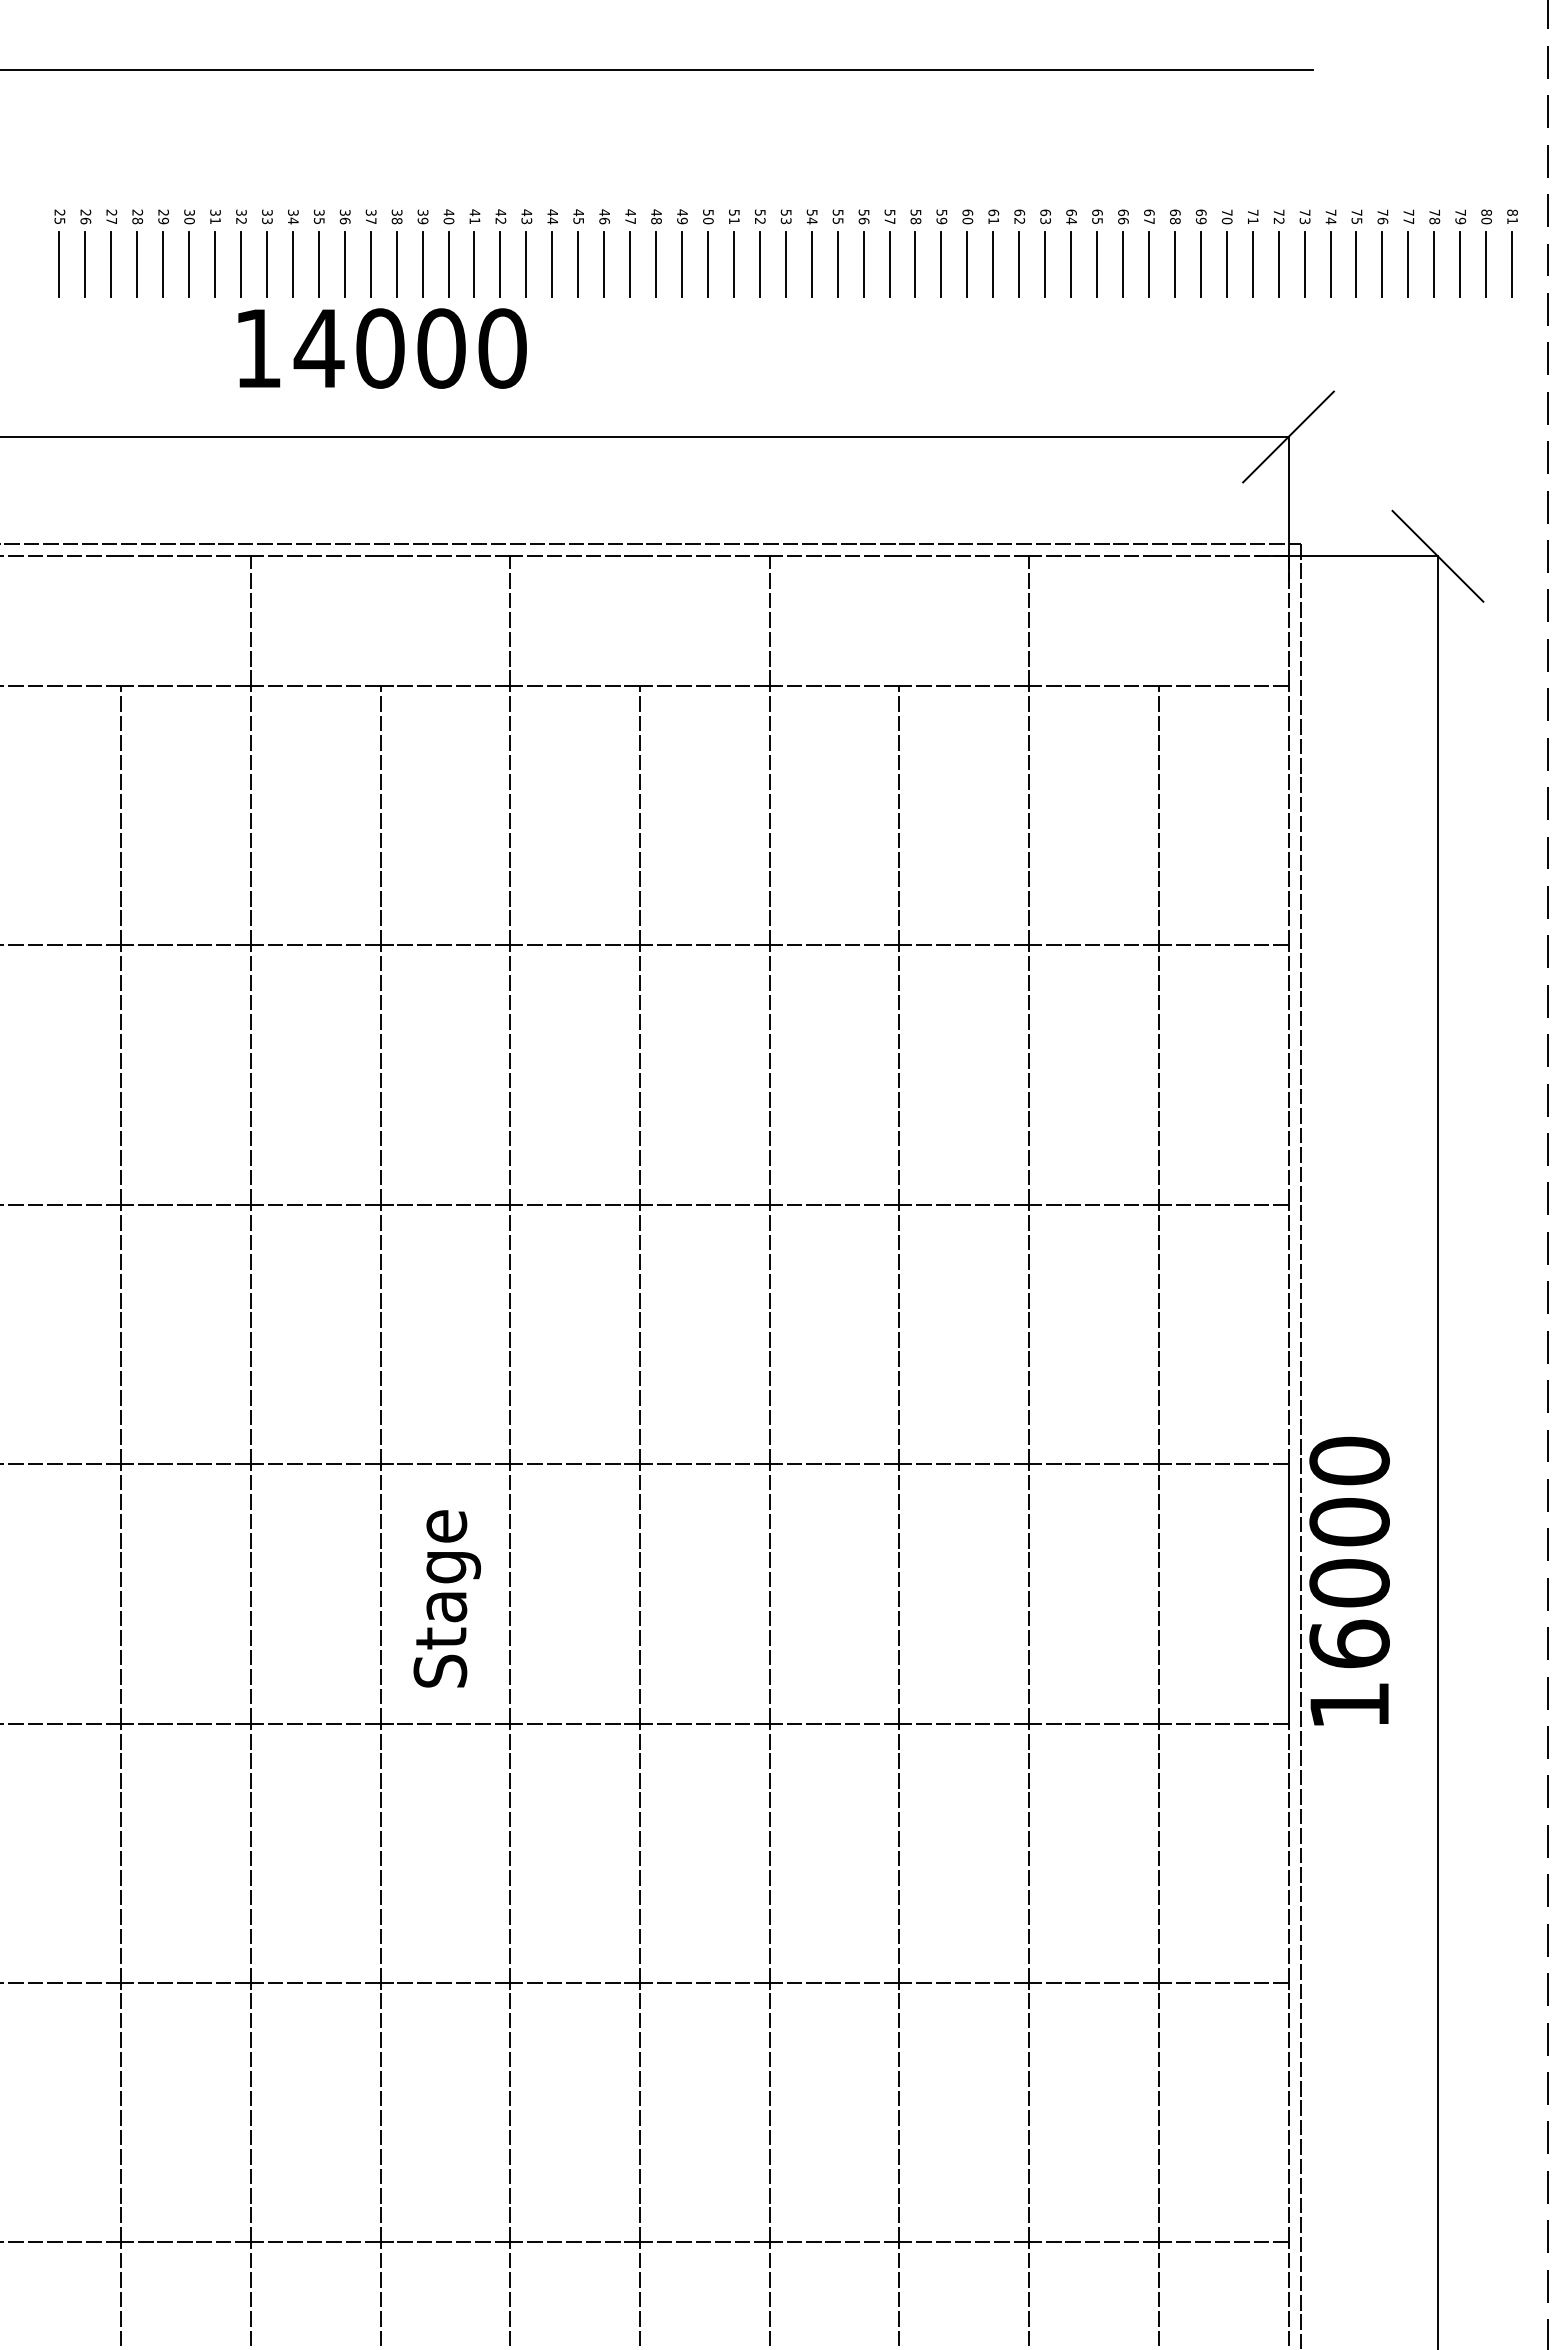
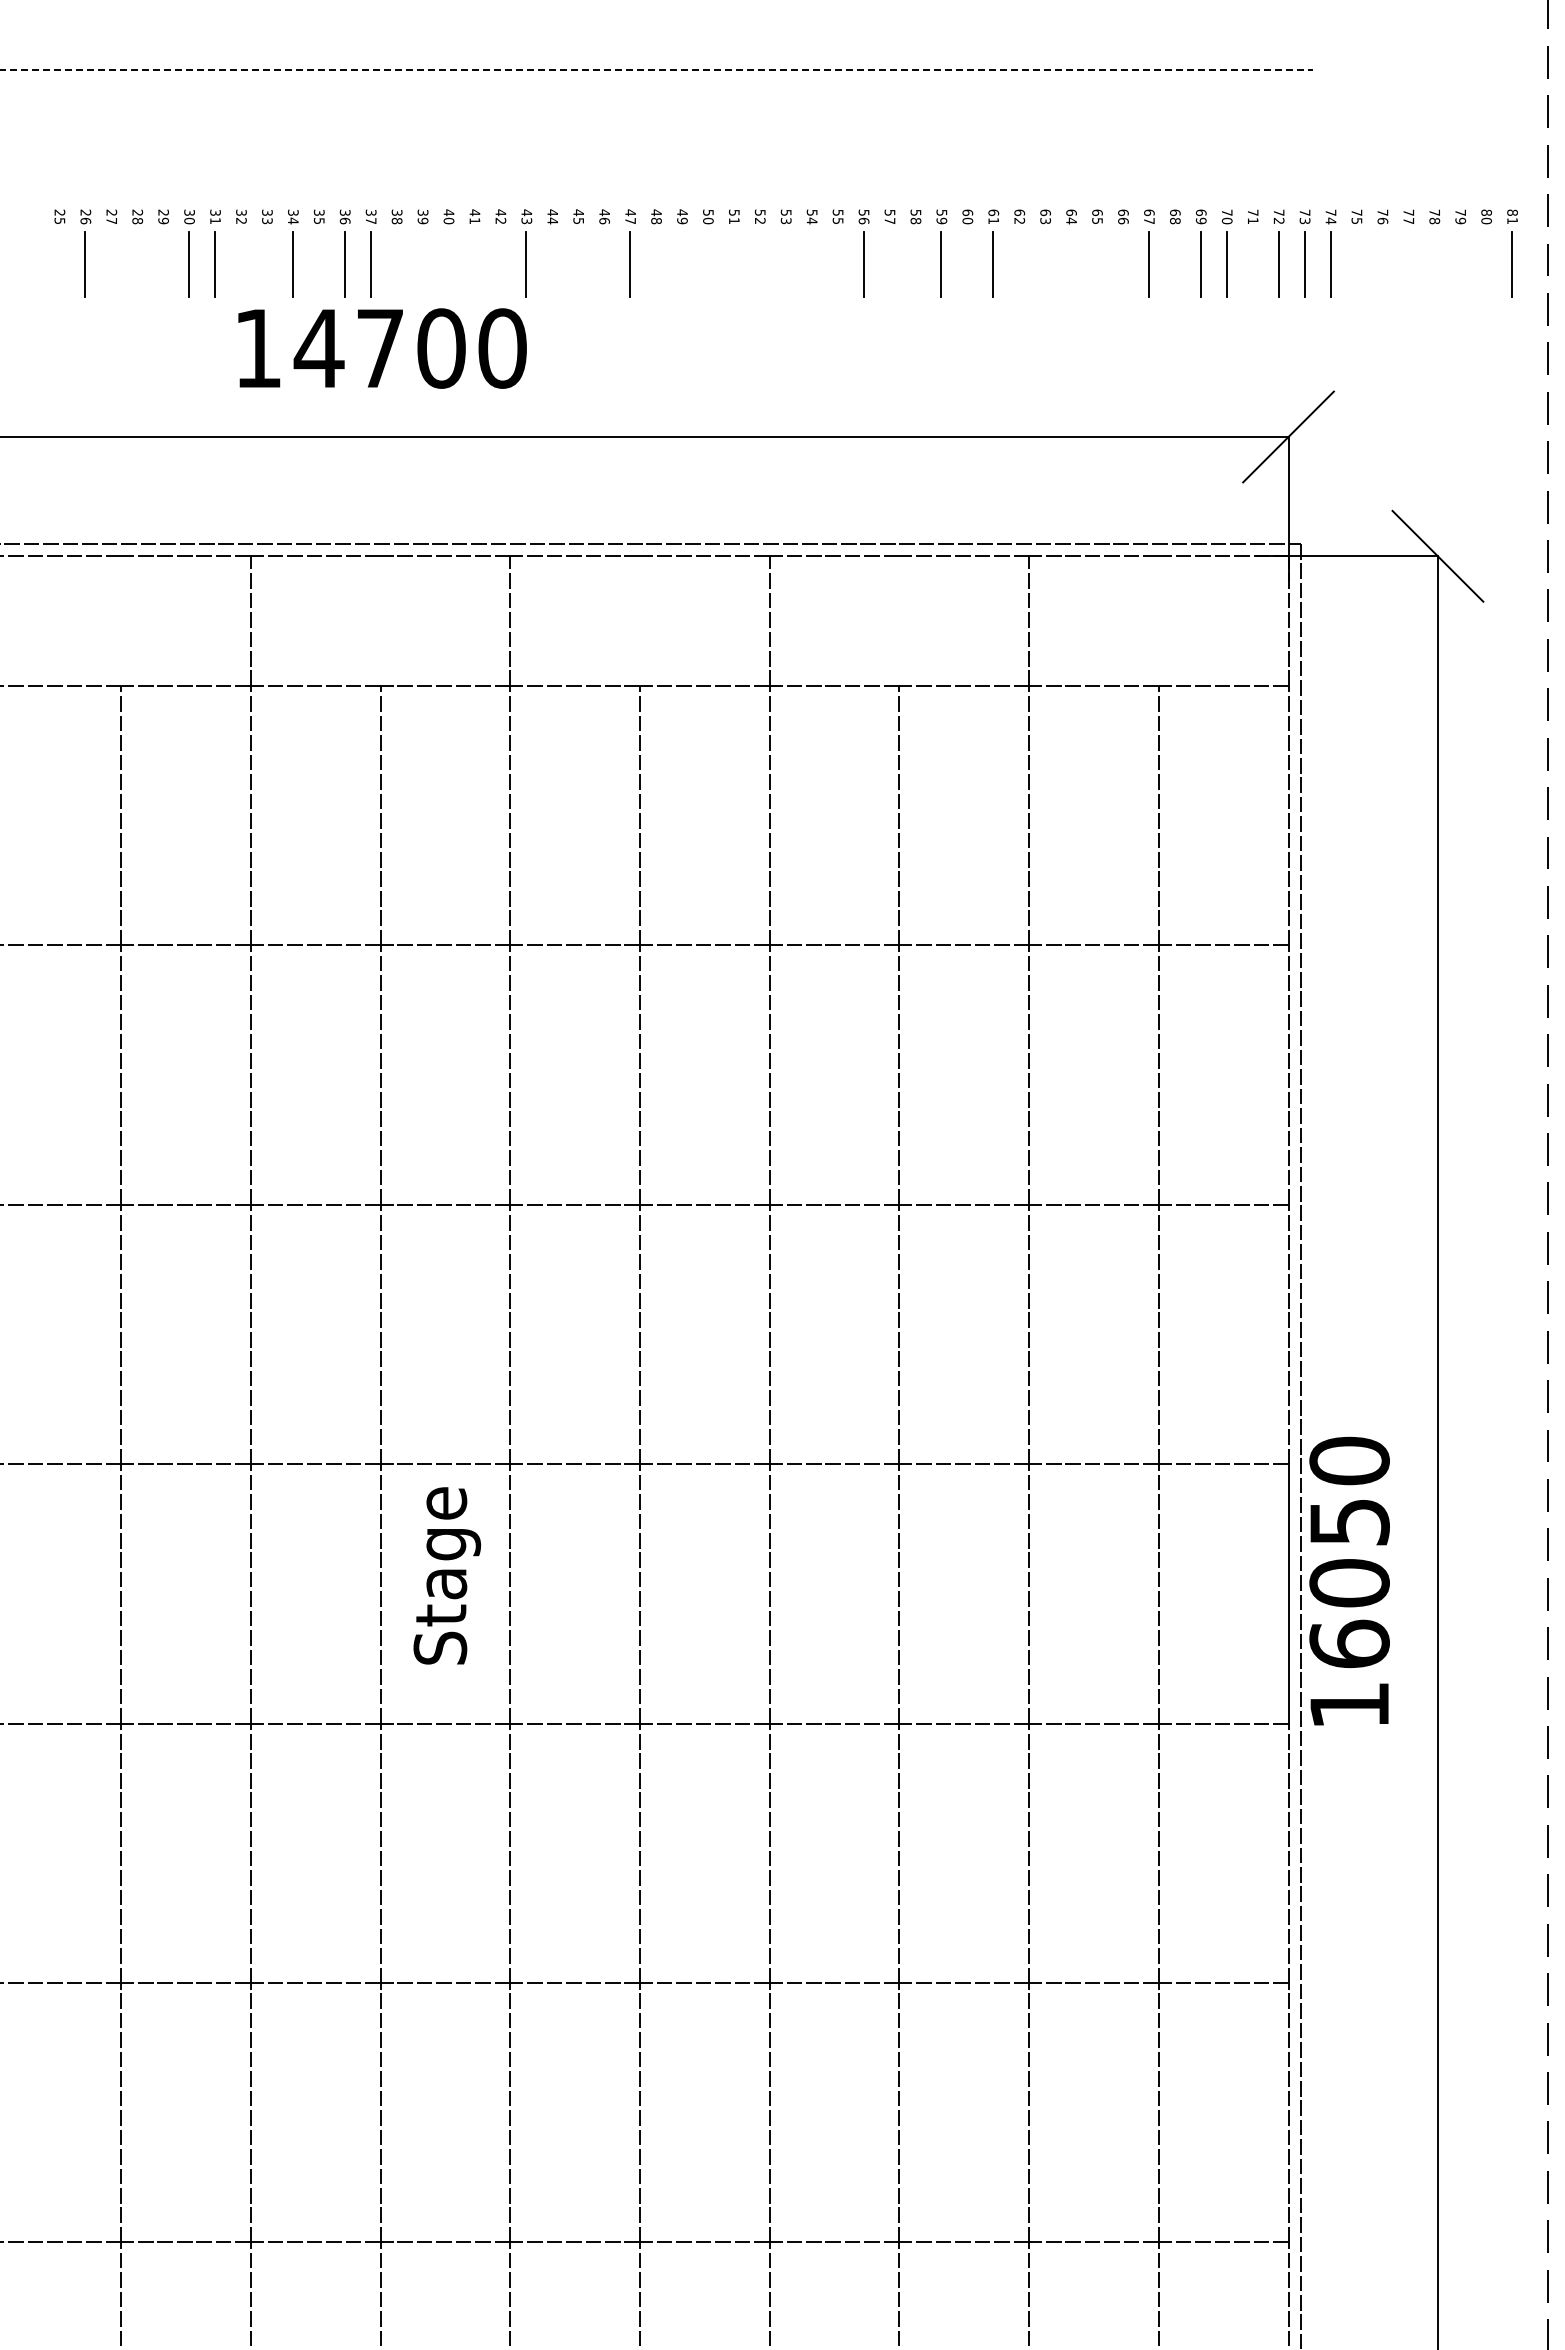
line at (657, 70): solid -> dashed
line at (59, 264): present -> none
line at (111, 264): present -> none
line at (137, 264): present -> none
line at (163, 264): present -> none
line at (241, 264): present -> none
line at (266, 264): present -> none
line at (318, 264): present -> none
line at (396, 264): present -> none
line at (422, 264): present -> none
line at (448, 264): present -> none
line at (474, 264): present -> none
line at (500, 264): present -> none
line at (552, 264): present -> none
line at (578, 264): present -> none
line at (604, 264): present -> none
line at (656, 264): present -> none
line at (682, 264): present -> none
line at (707, 264): present -> none
line at (733, 264): present -> none
line at (759, 264): present -> none
line at (785, 264): present -> none
line at (811, 264): present -> none
line at (837, 264): present -> none
line at (889, 264): present -> none
line at (915, 264): present -> none
line at (967, 264): present -> none
line at (1019, 264): present -> none
line at (1045, 264): present -> none
line at (1071, 264): present -> none
line at (1097, 264): present -> none
line at (1123, 264): present -> none
line at (1174, 264): present -> none
line at (1252, 264): present -> none
line at (1356, 264): present -> none
line at (1382, 264): present -> none
line at (1408, 264): present -> none
line at (1434, 264): present -> none
line at (1460, 264): present -> none
line at (1486, 264): present -> none
text at (380, 348): 14000 -> 14700
text at (1349, 1522): 16000 -> 16050
text at (446, 1598) position: (446, 1598) -> (446, 1575)
